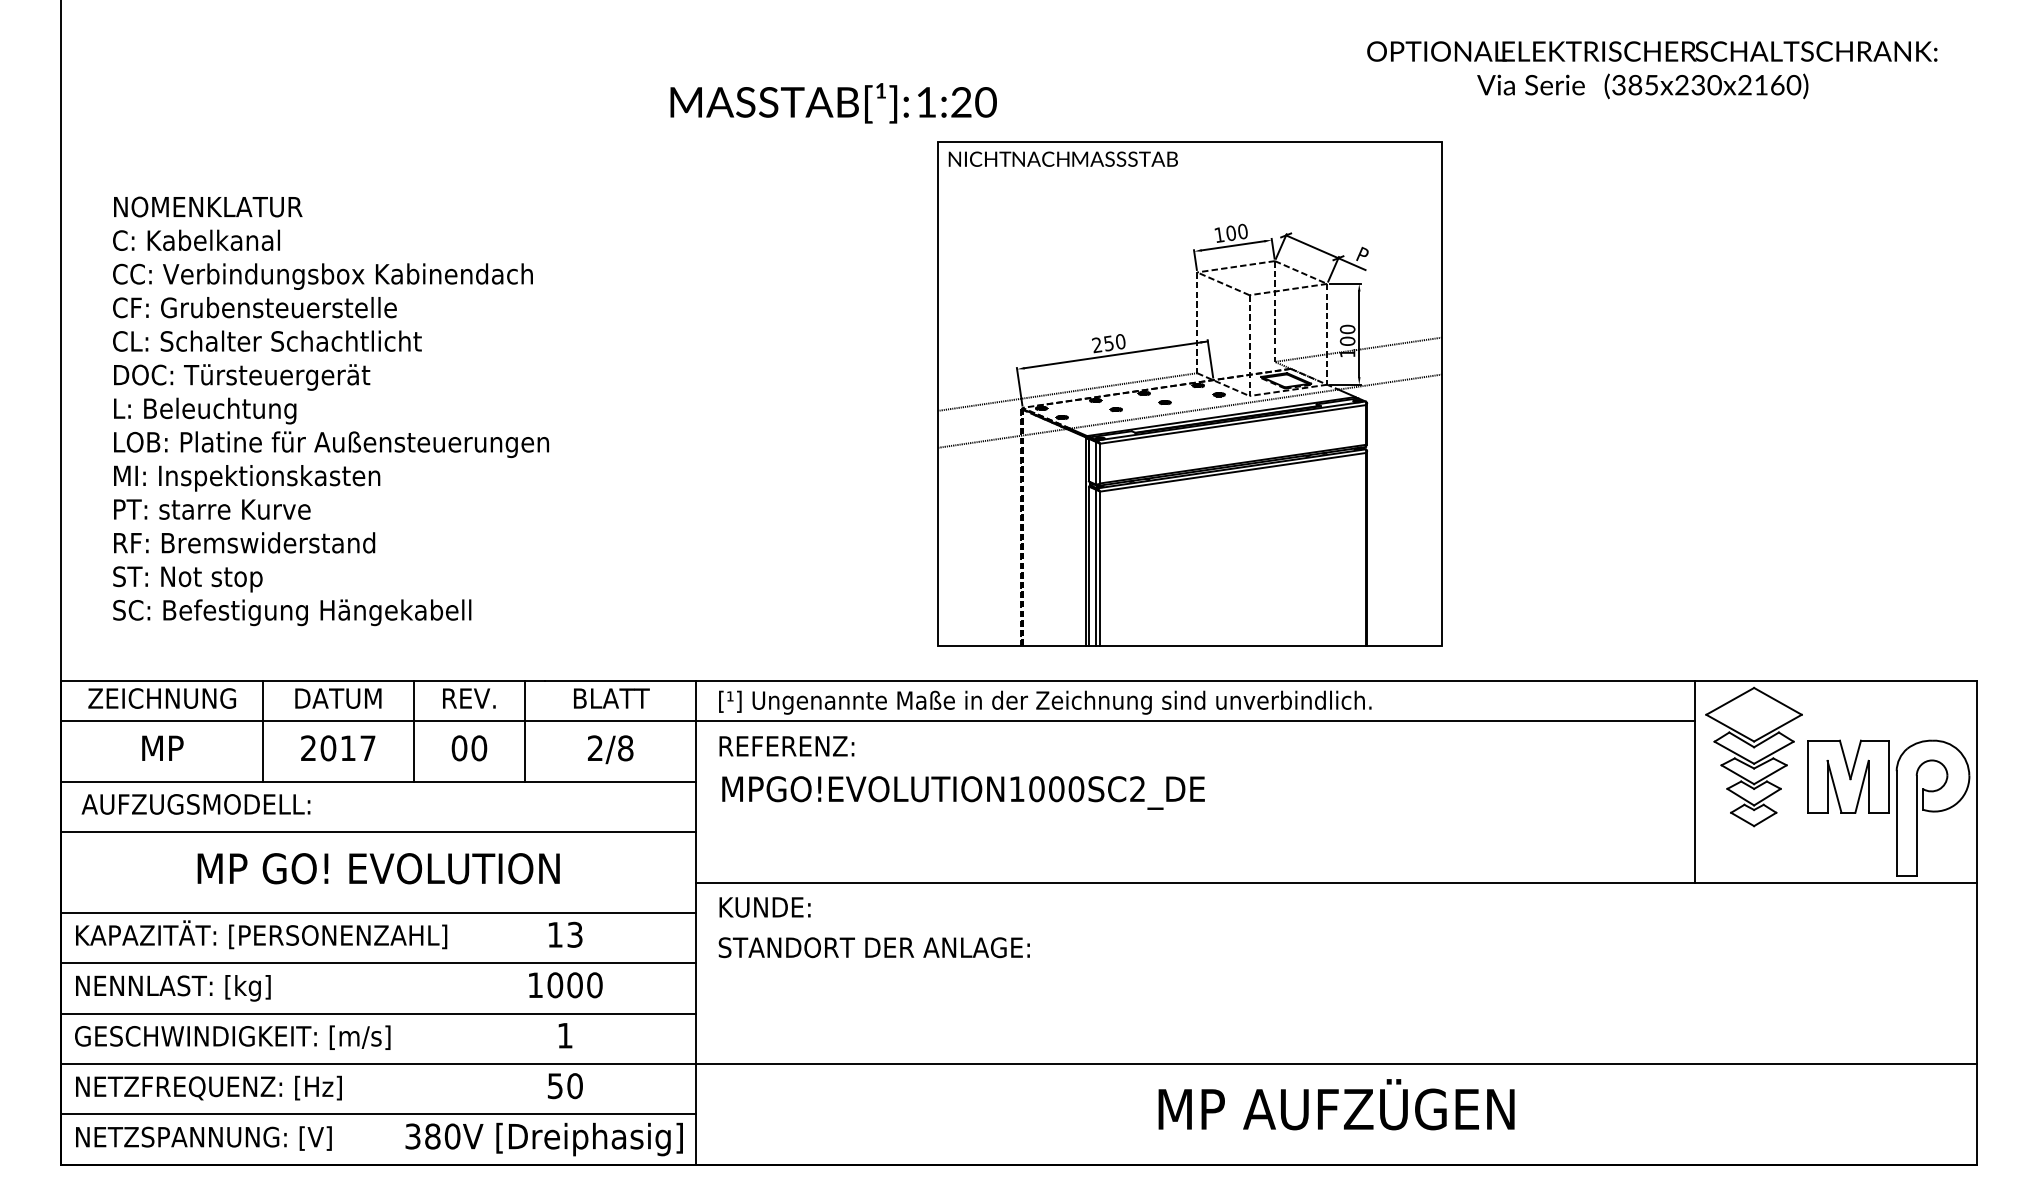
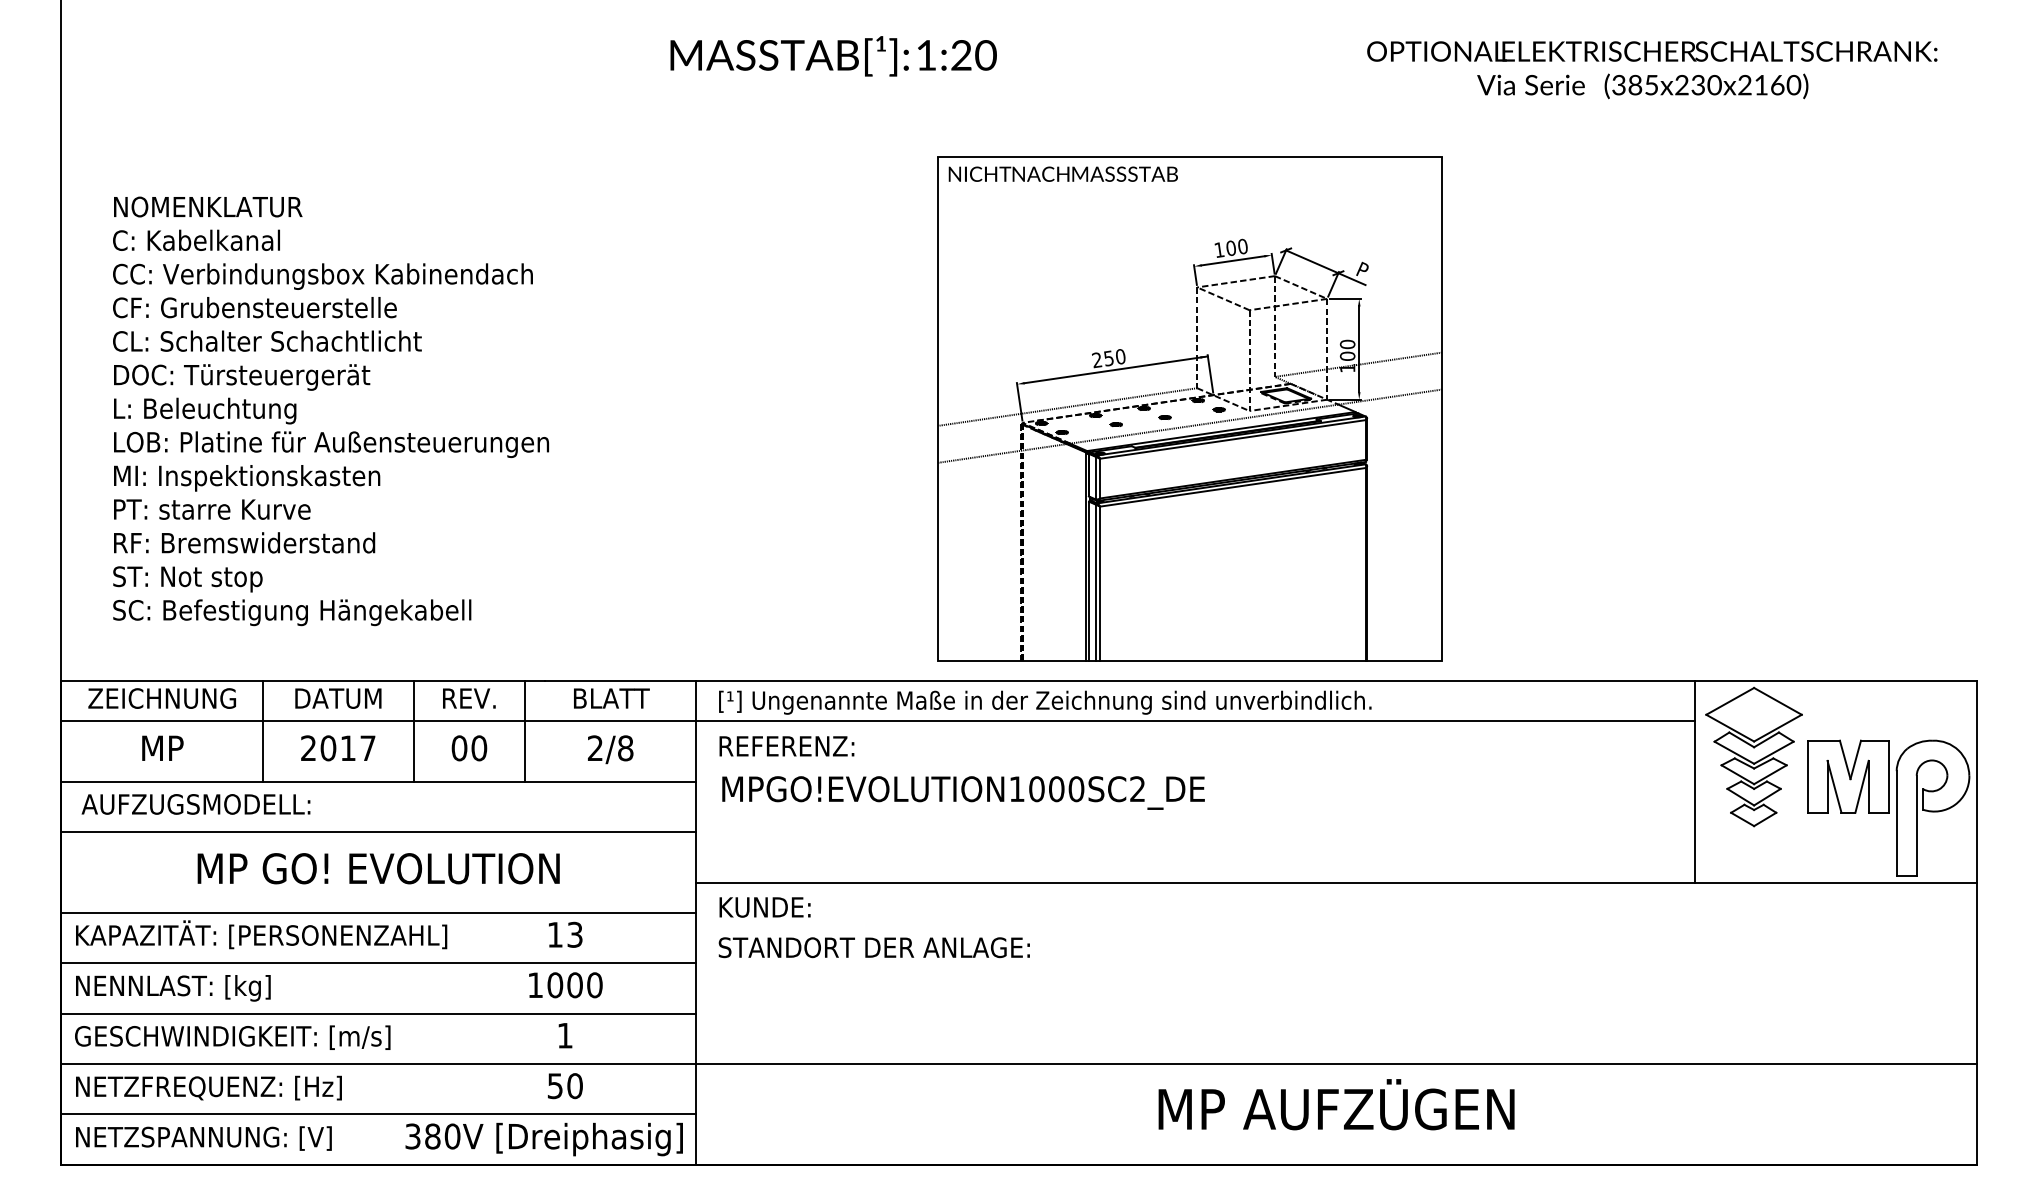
text at (833, 103) position: (833, 103) -> (833, 56)
part at (1189, 393) position: (1189, 393) -> (1189, 408)
